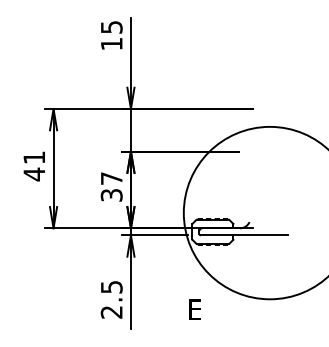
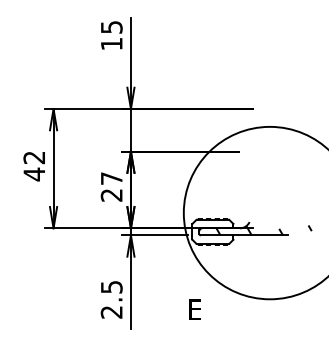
text at (33, 157): 41 -> 42
text at (111, 195): 37 -> 27
hatch at (263, 229): none -> present
